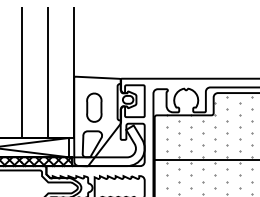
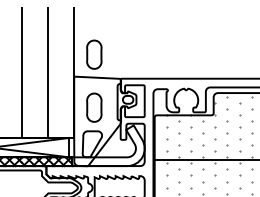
part at (94, 54): none -> present
